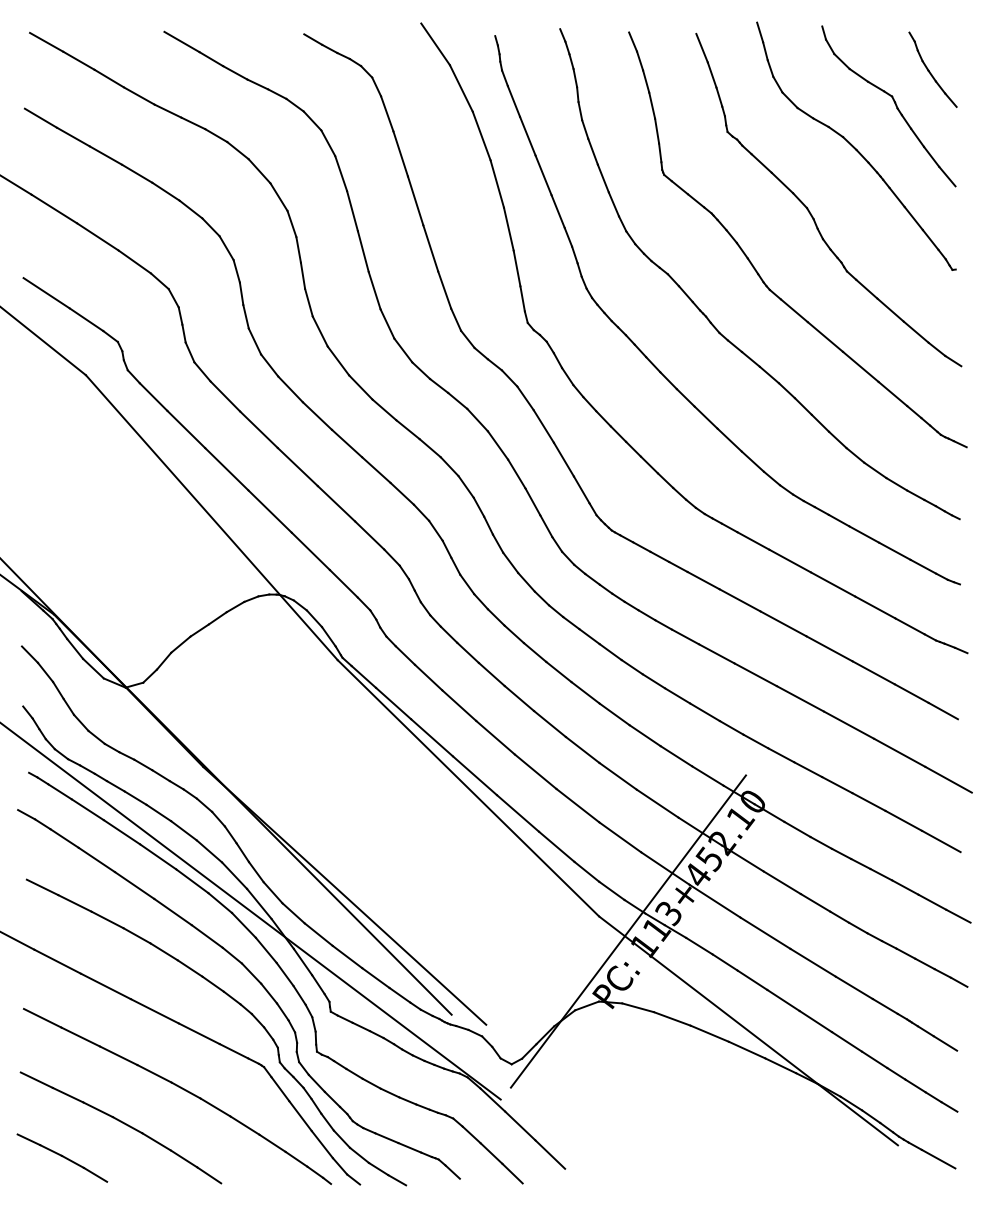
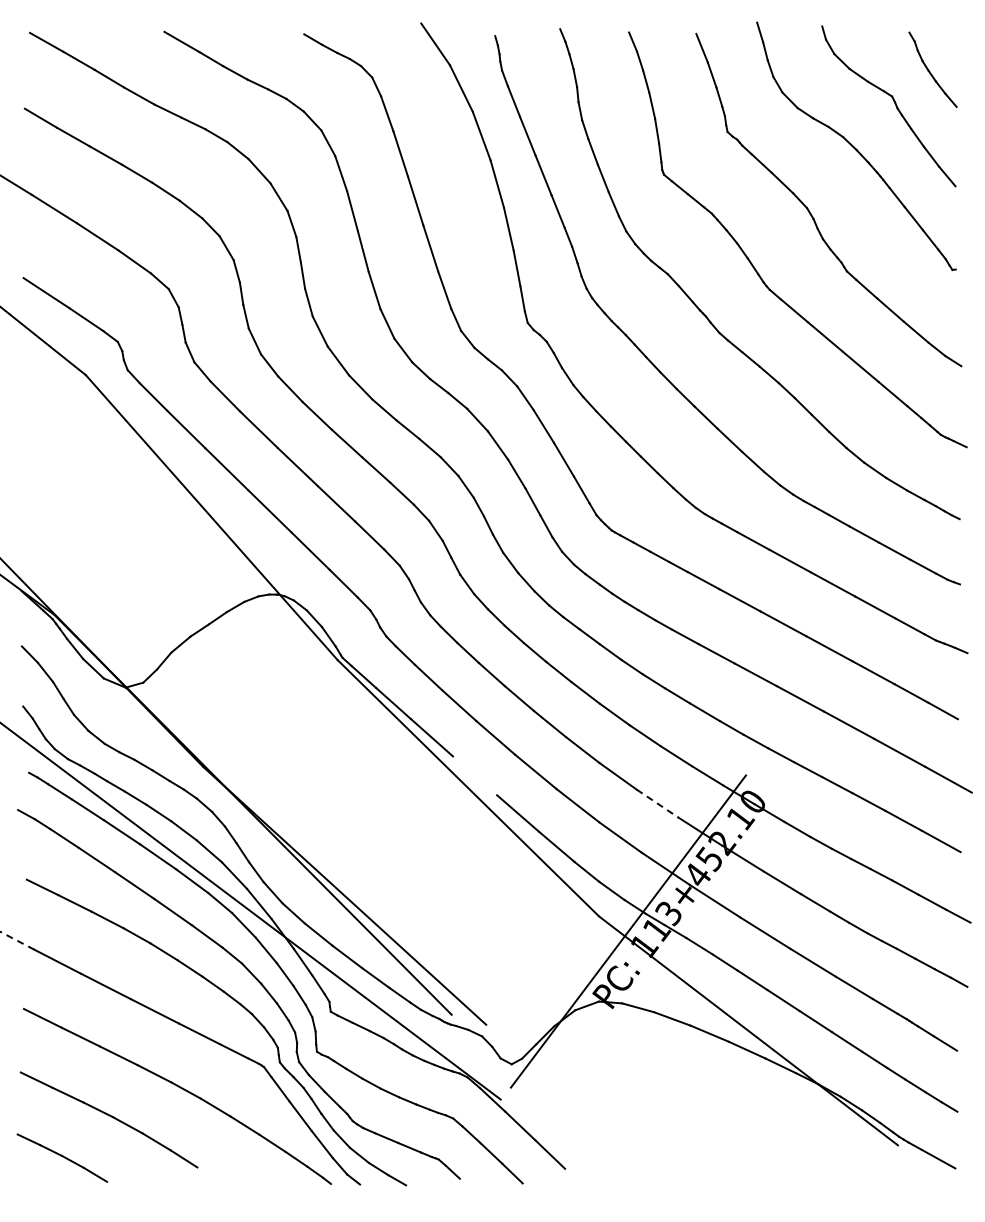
line at (475, 775): present -> none
line at (658, 803): solid -> dashed
line at (17, 940): solid -> dashed
line at (209, 1175): present -> none
